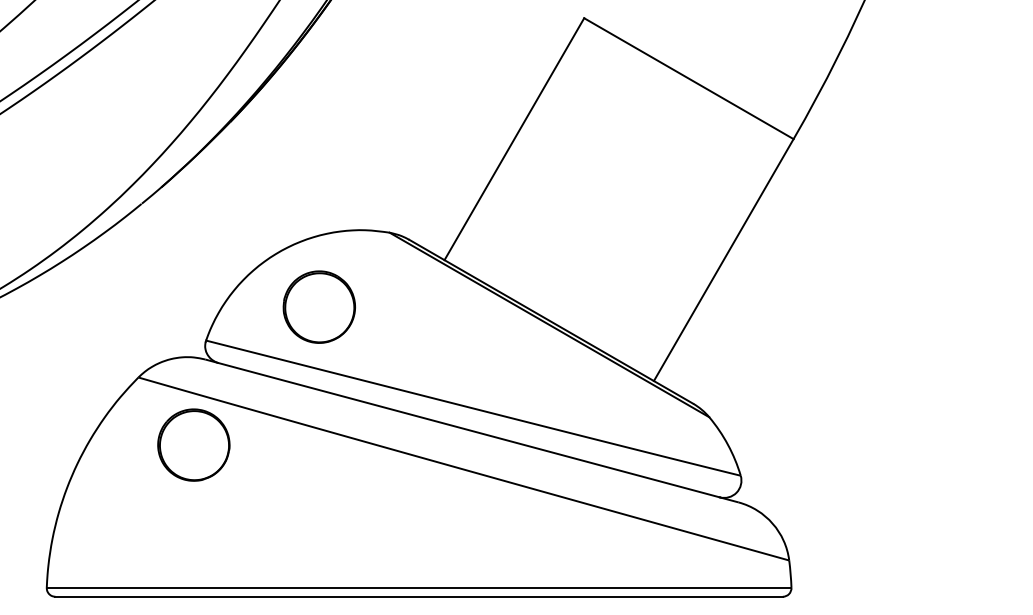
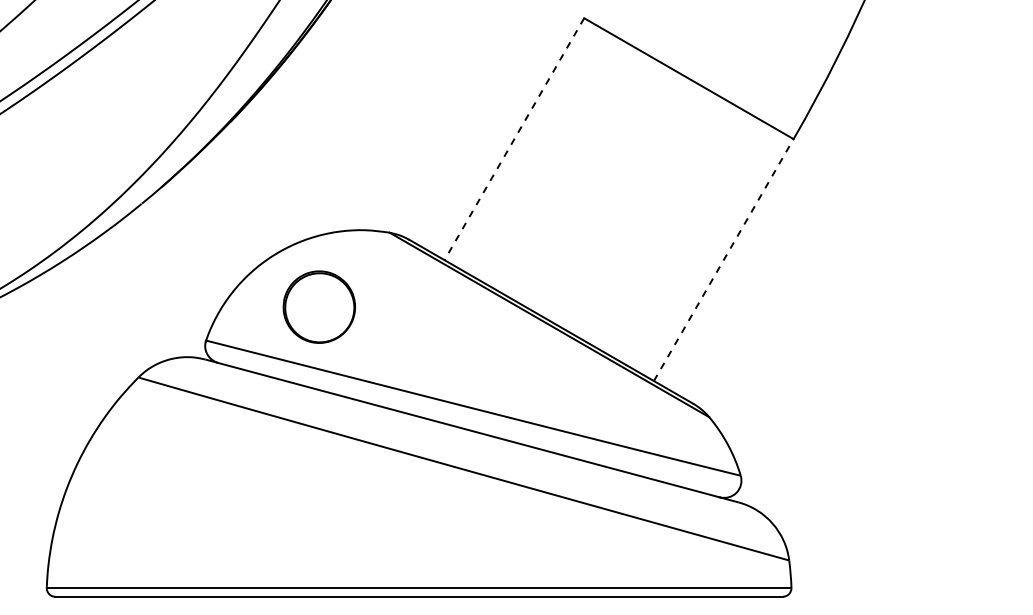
line at (514, 139): solid -> dashed
line at (723, 260): solid -> dashed
part at (193, 444): present -> none
